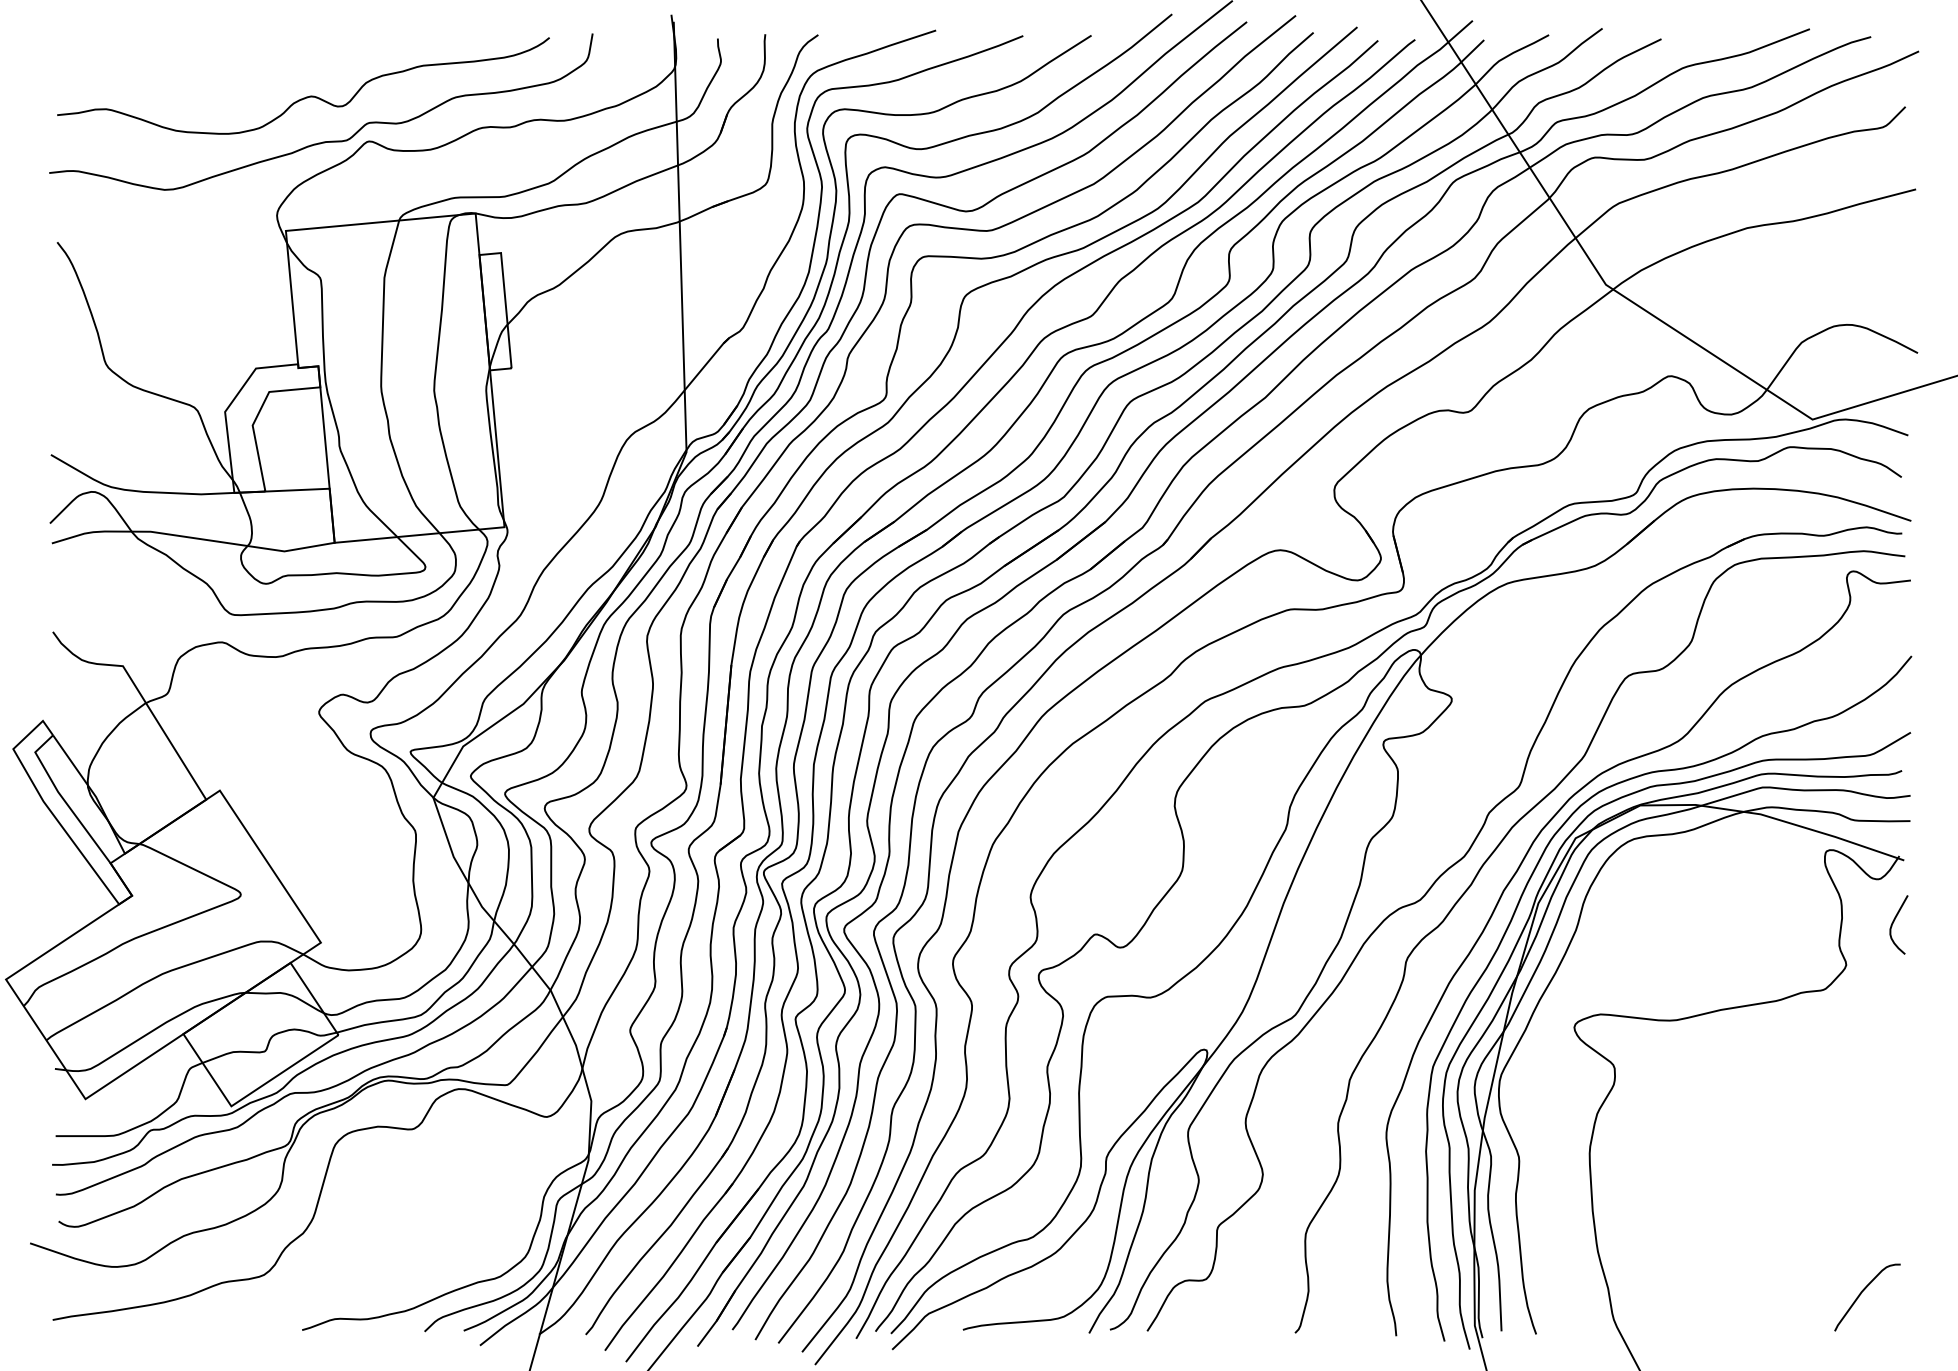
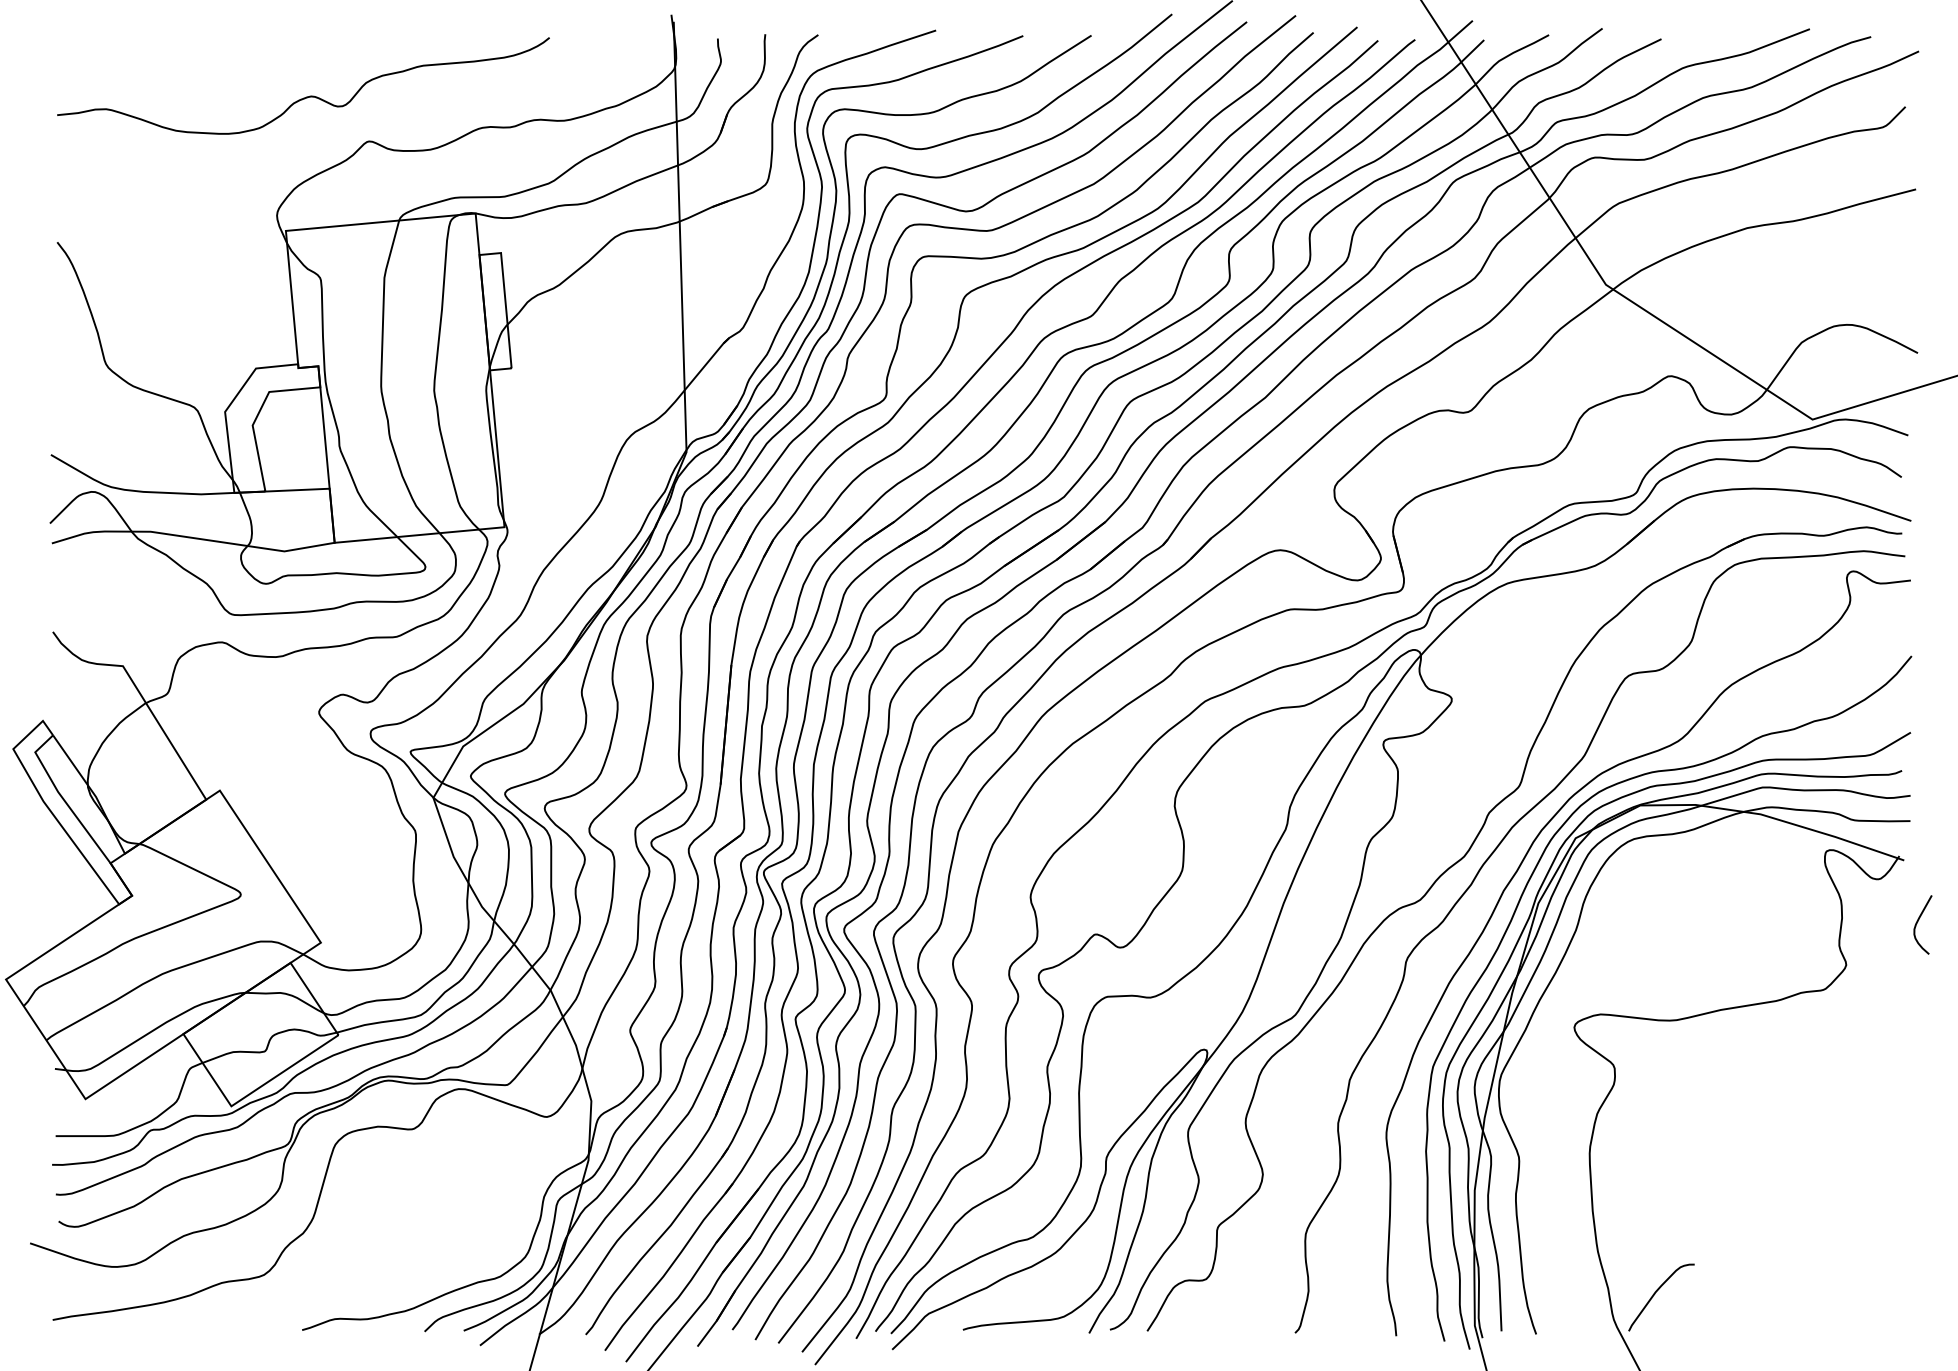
curve at (322, 141): present -> none
curve at (1894, 921) position: (1894, 921) -> (1918, 921)
curve at (1861, 1294) position: (1861, 1294) -> (1655, 1294)
